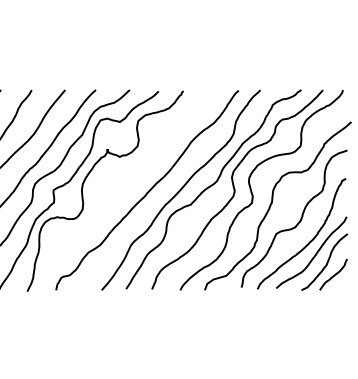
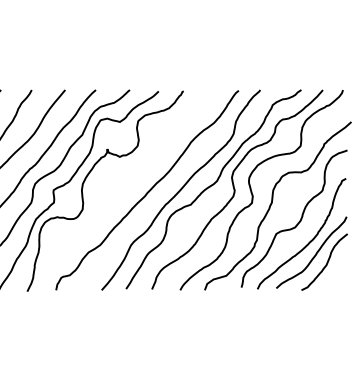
curve at (334, 274): present -> none
